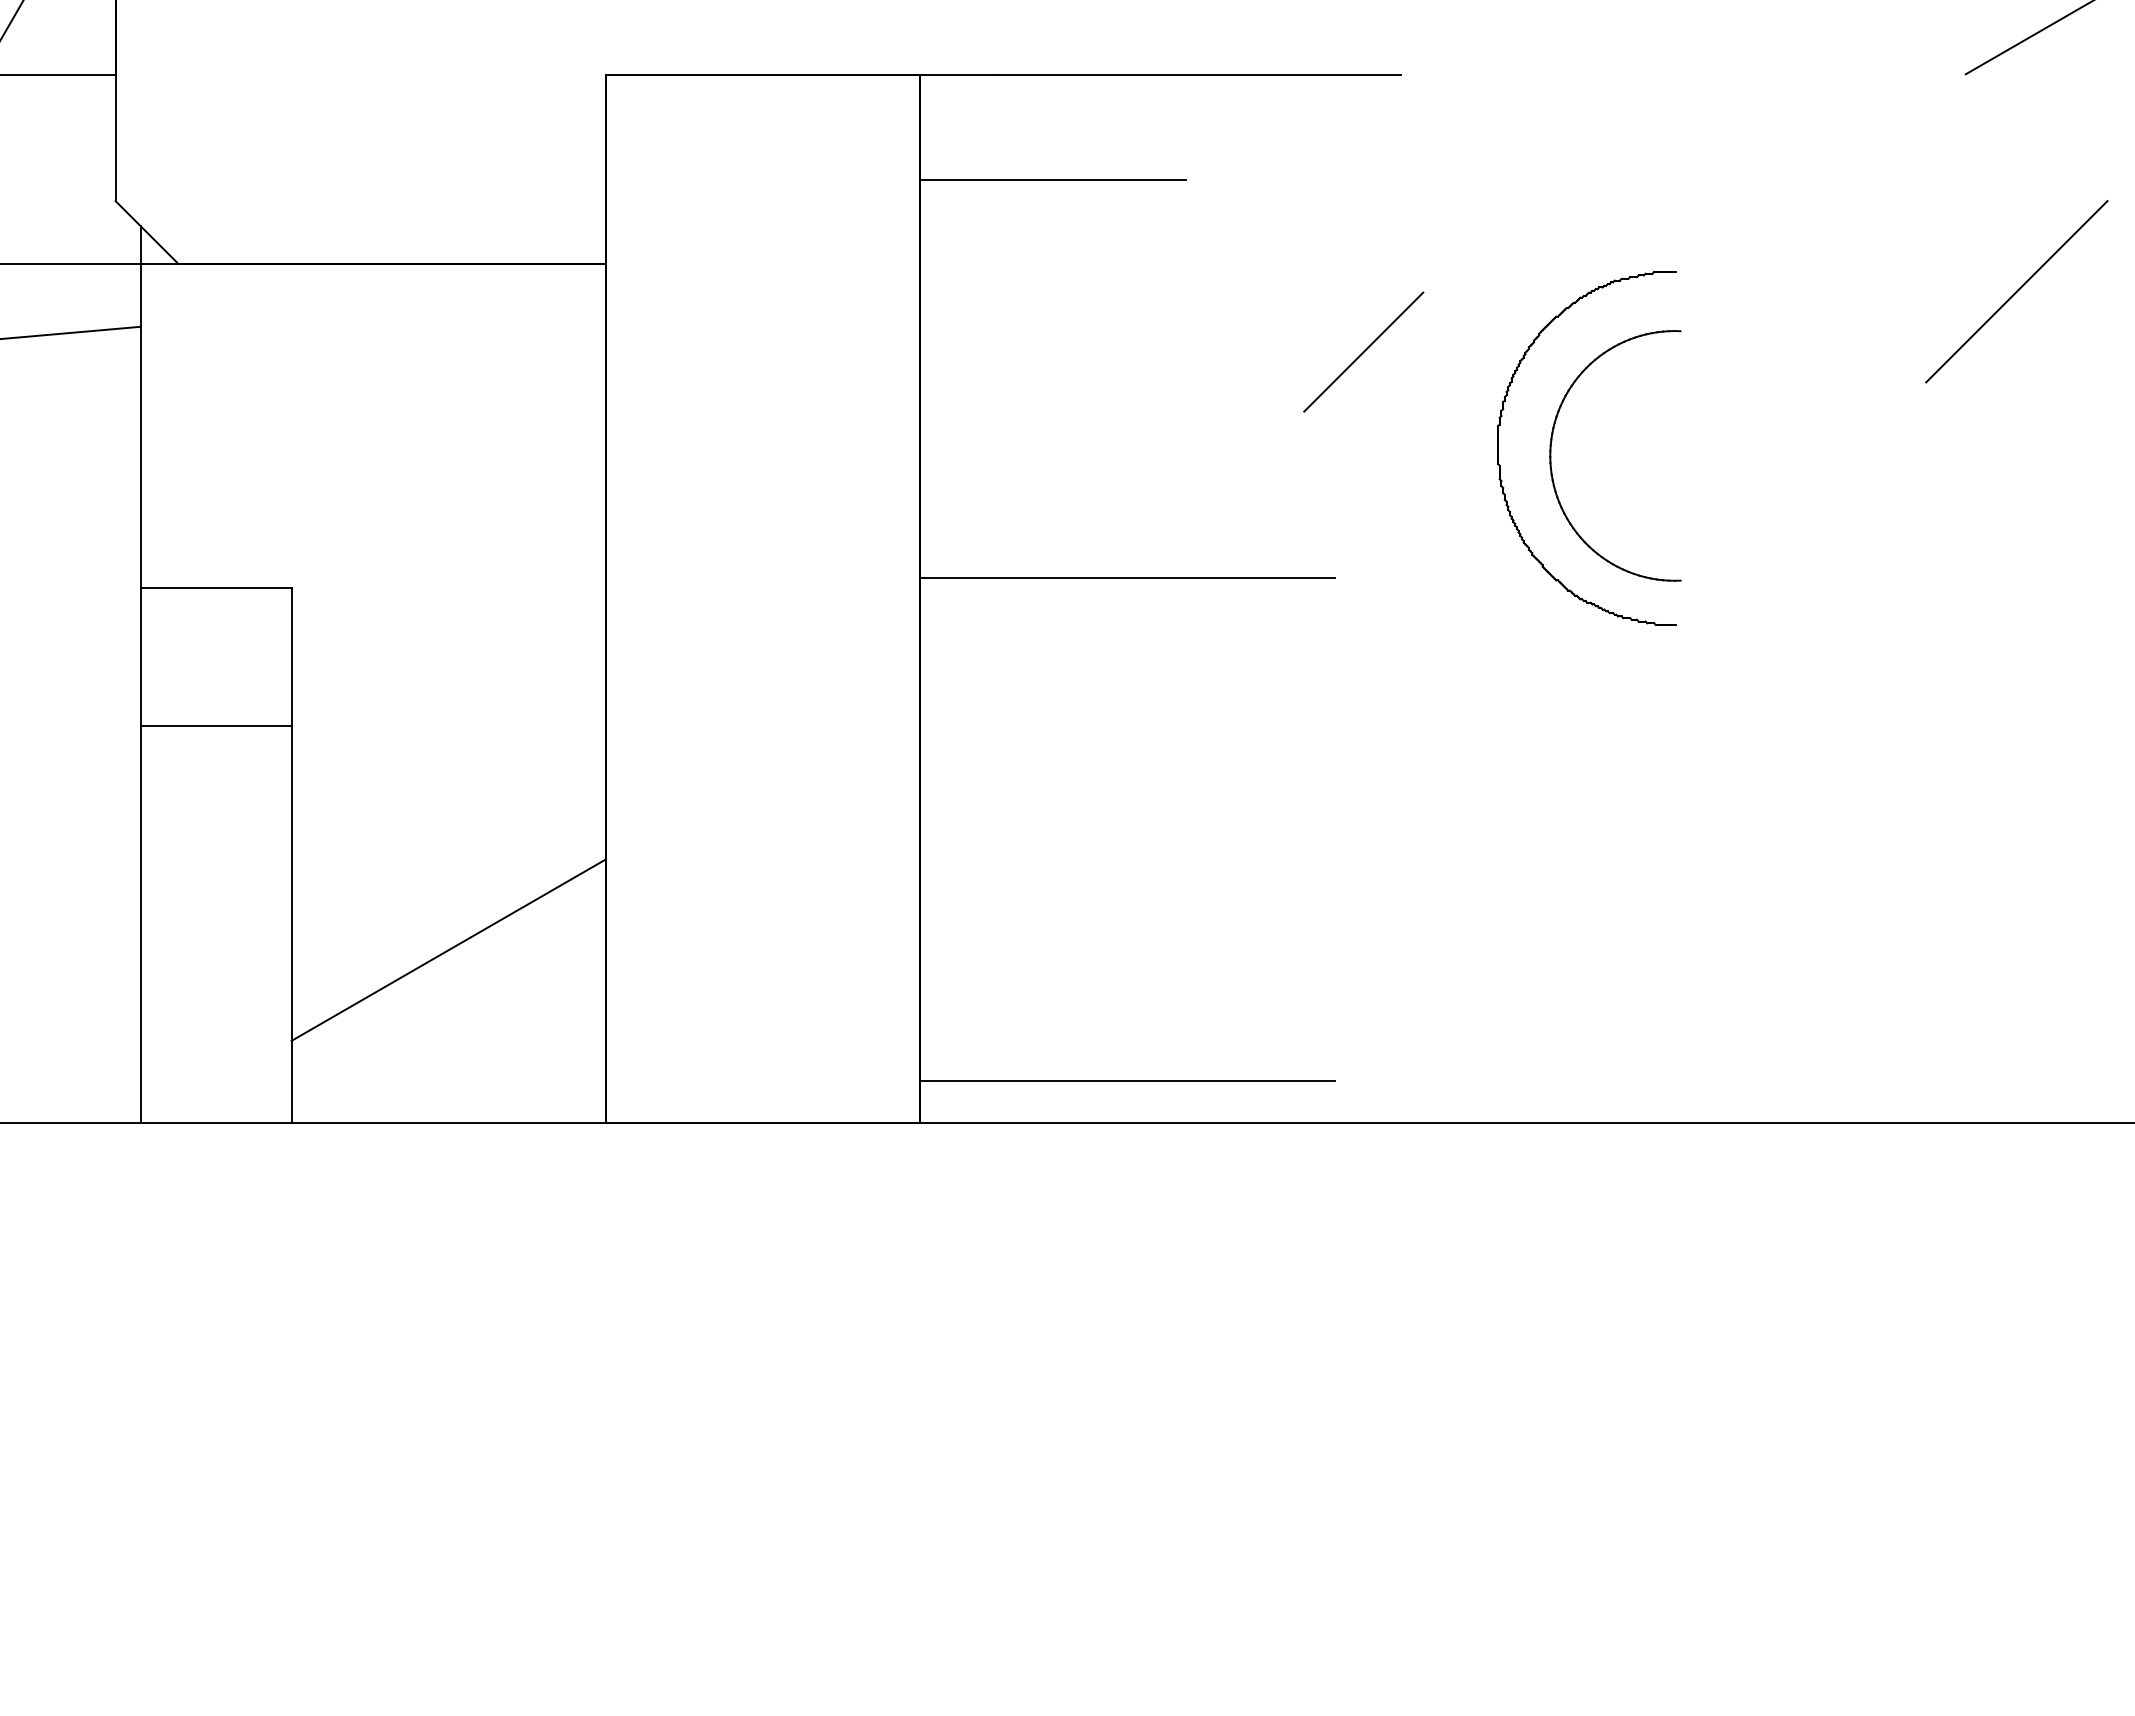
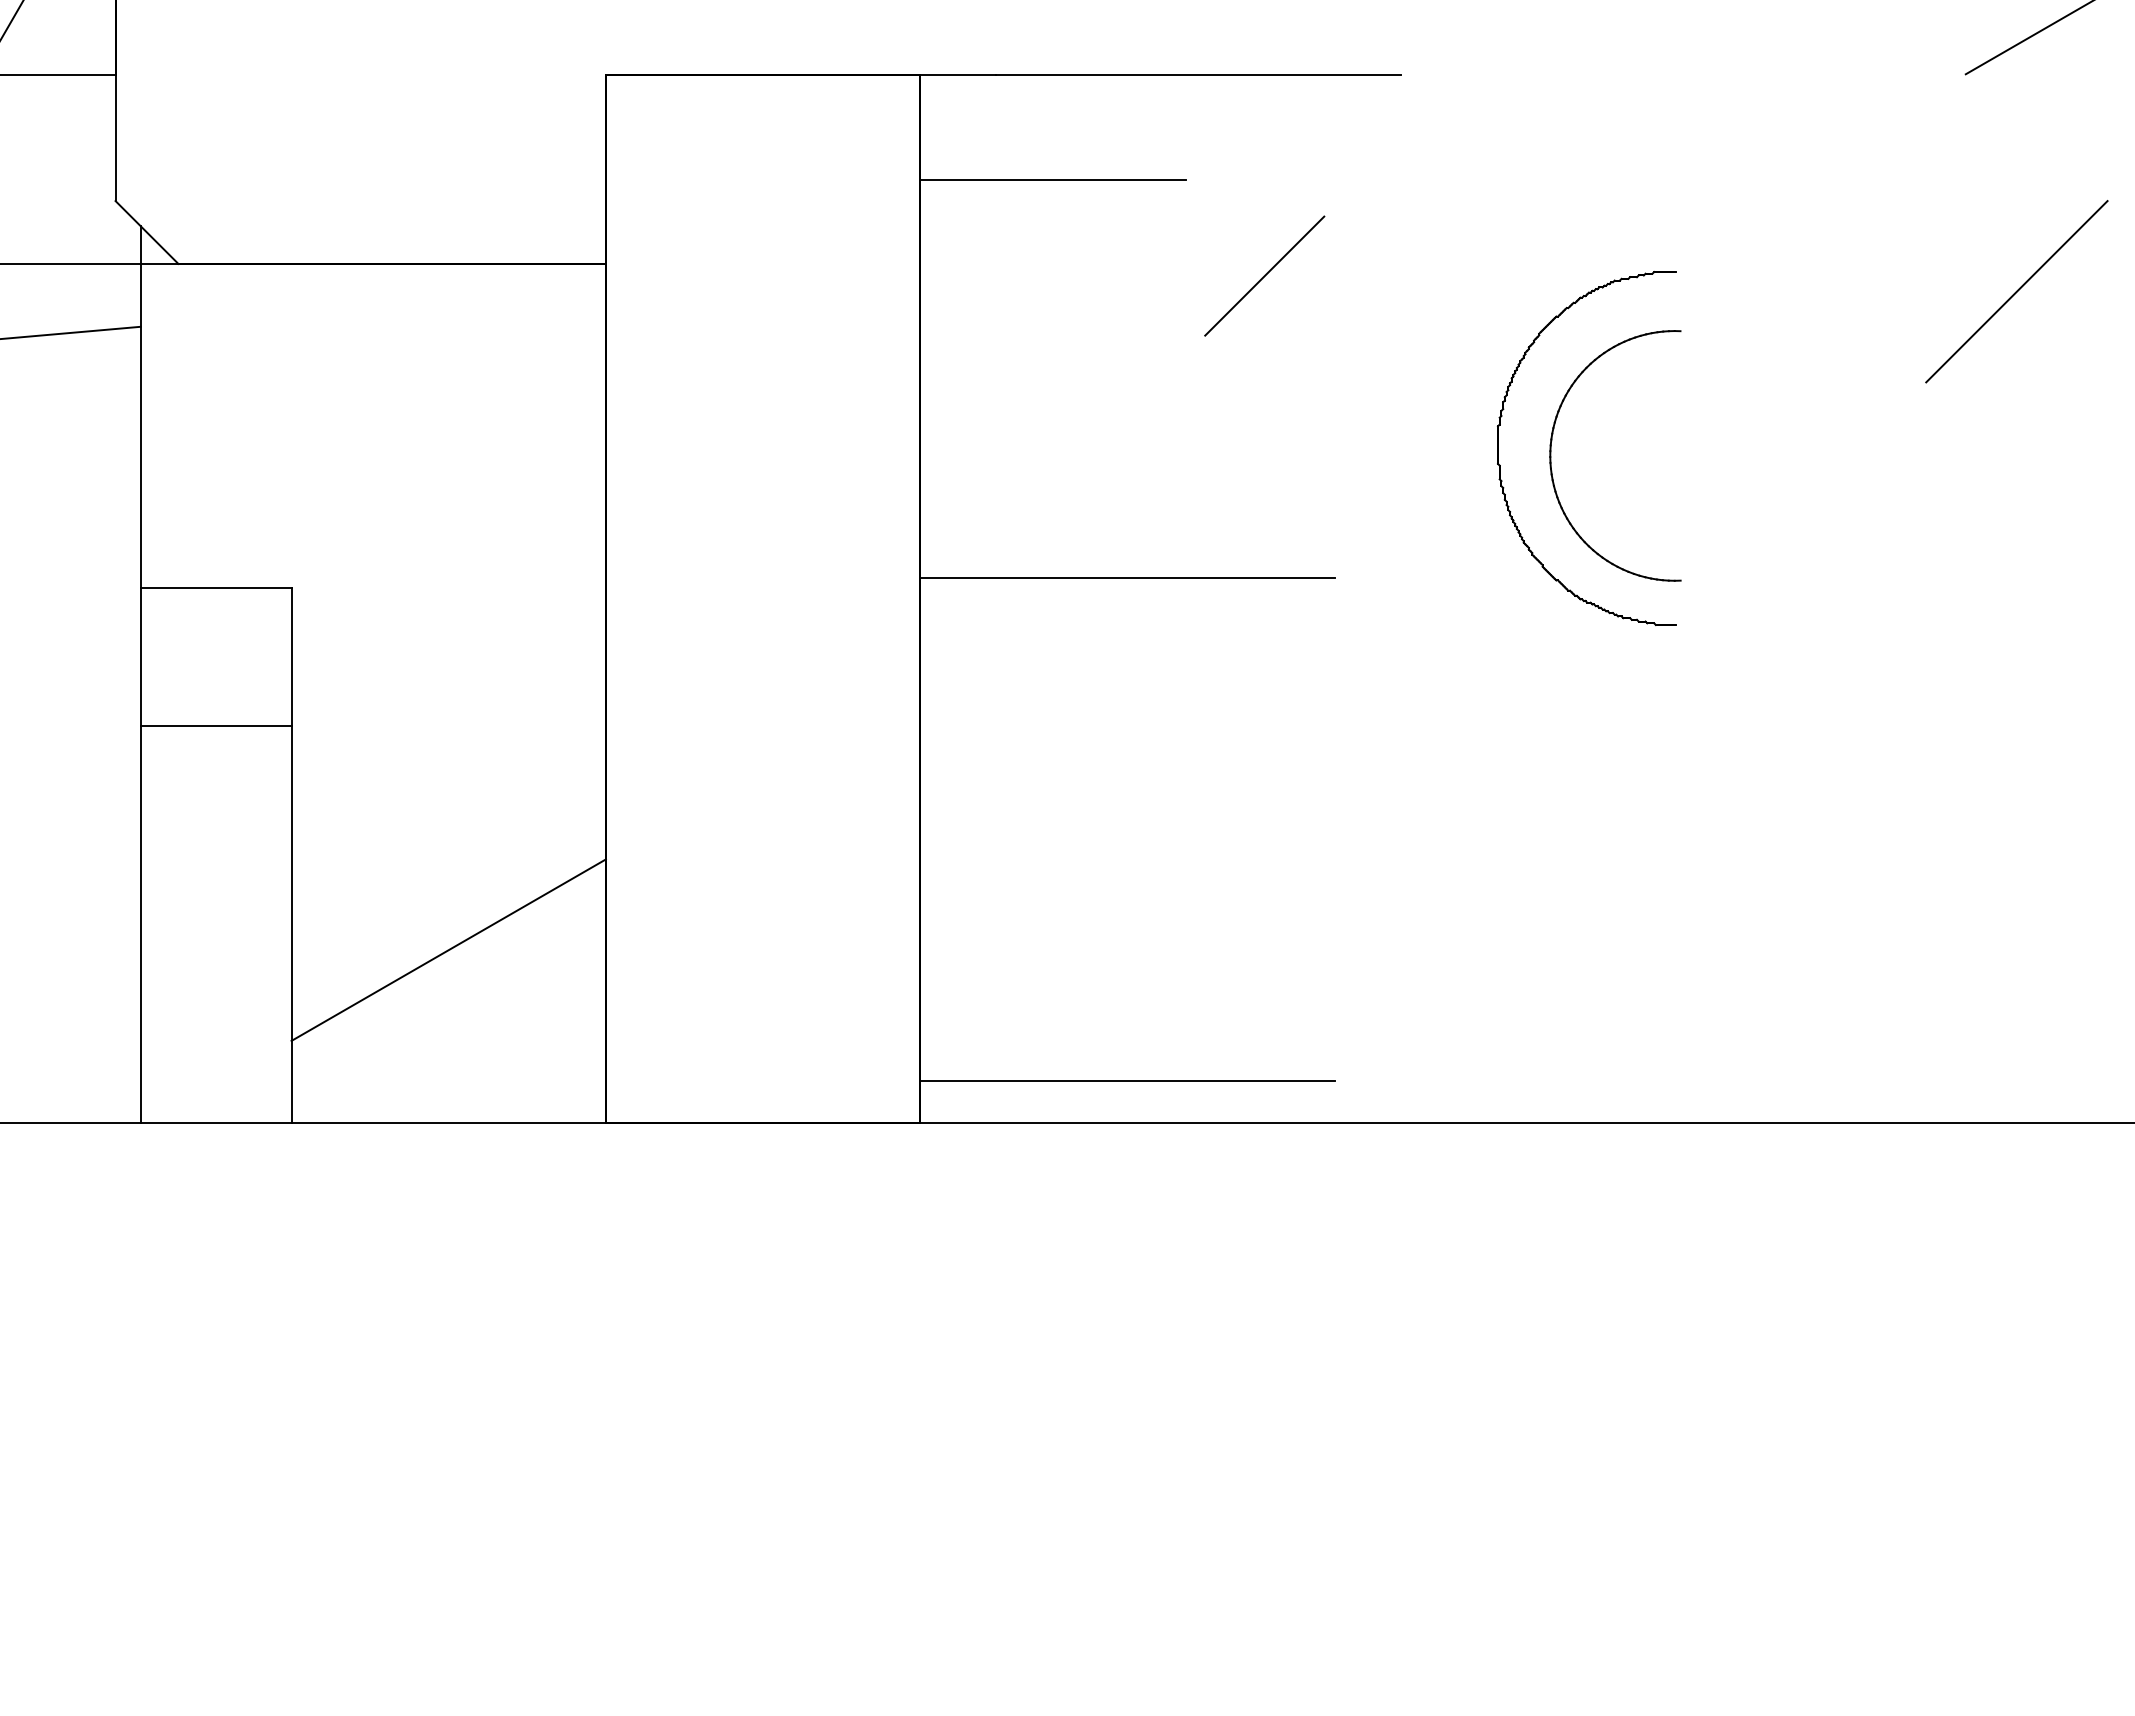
line at (1363, 351) position: (1363, 351) -> (1264, 275)
